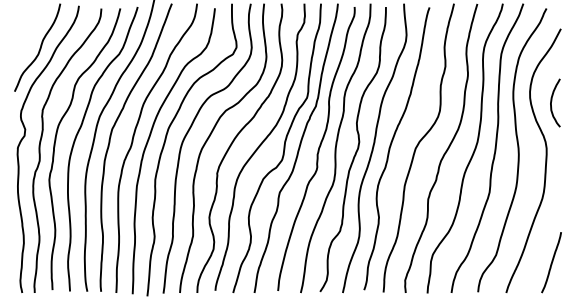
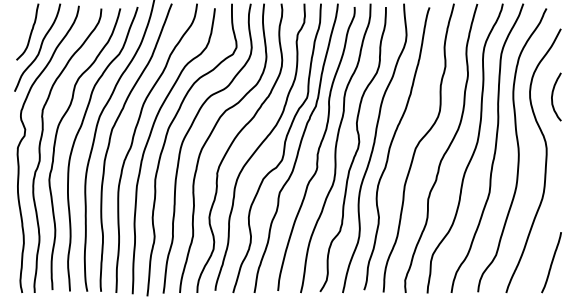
curve at (30, 31): none -> present
curve at (552, 101) position: (552, 101) -> (553, 95)
